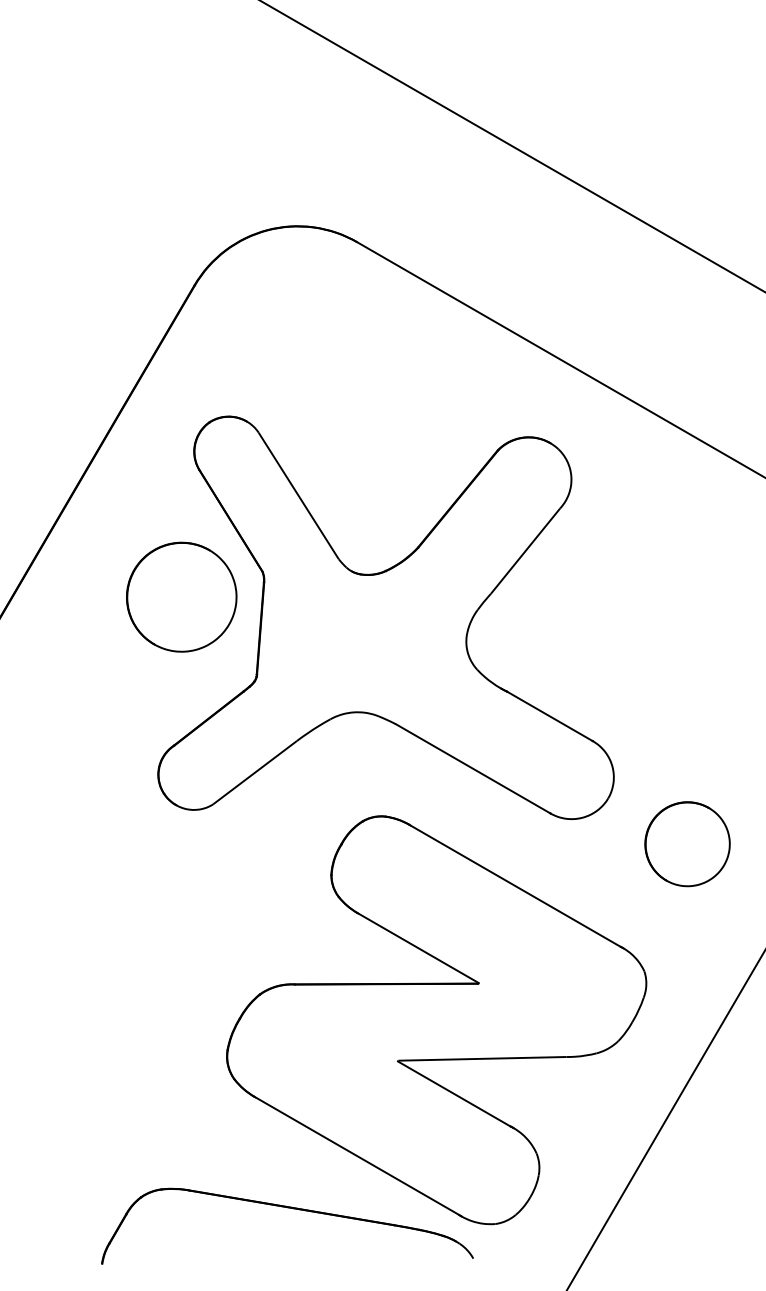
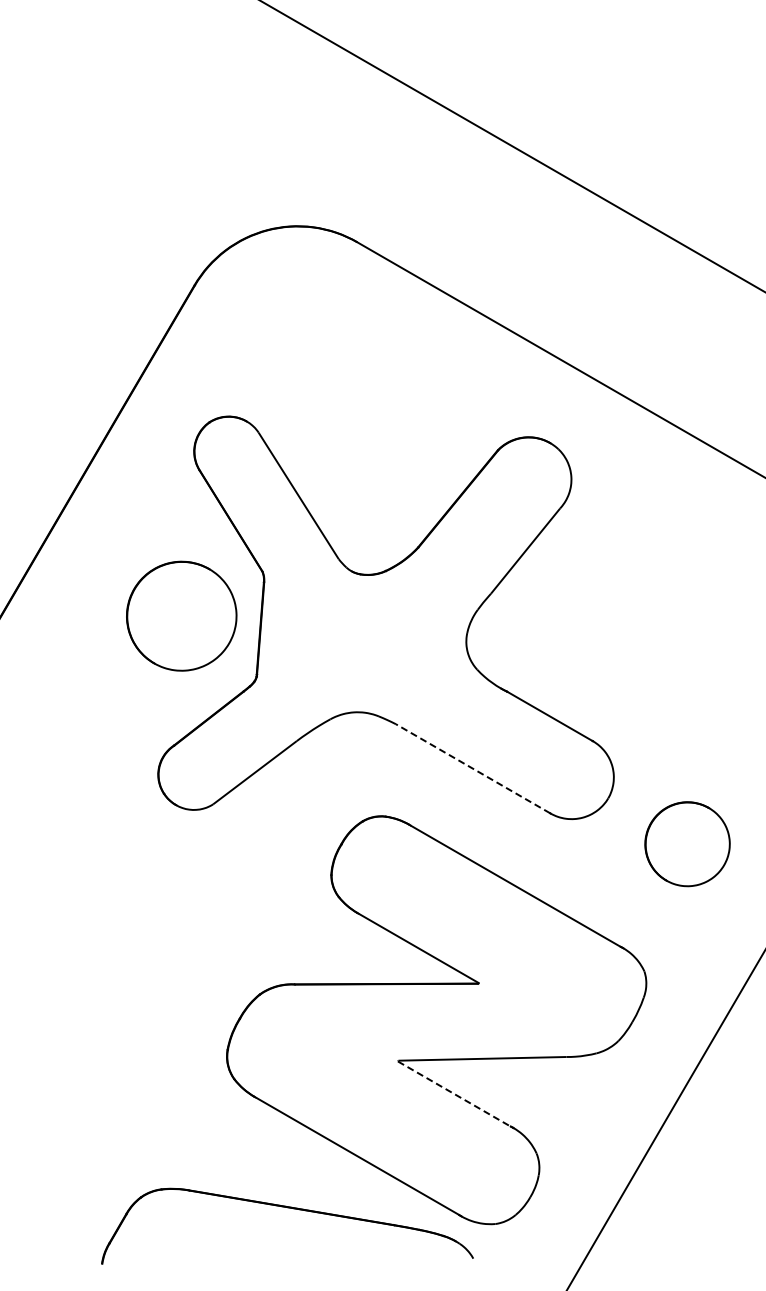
part at (181, 596) position: (181, 596) -> (181, 615)
line at (472, 768): solid -> dashed
line at (454, 1093): solid -> dashed
